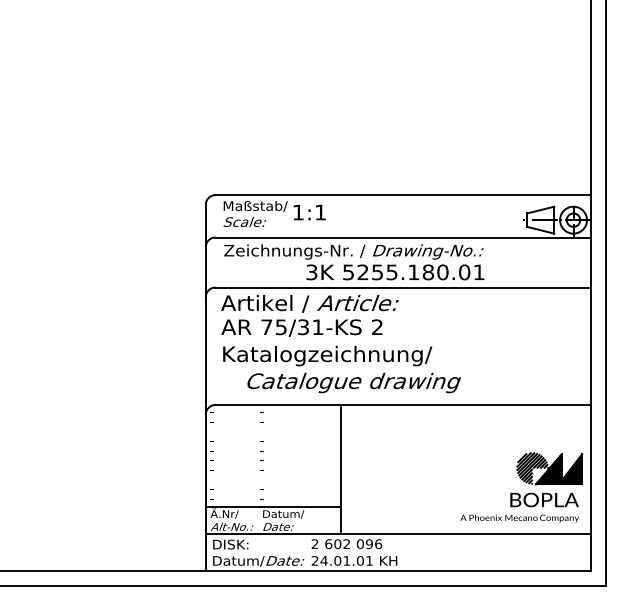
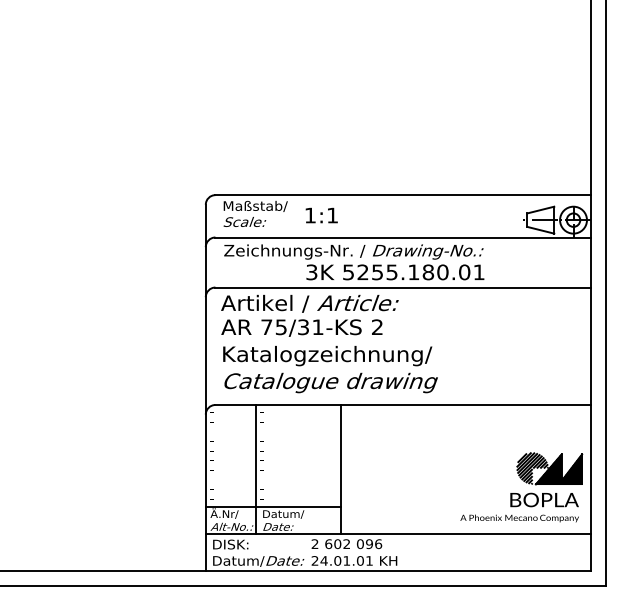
text at (309, 212) position: (309, 212) -> (321, 215)
text at (353, 382) position: (353, 382) -> (330, 382)
line at (255, 468): none -> present
